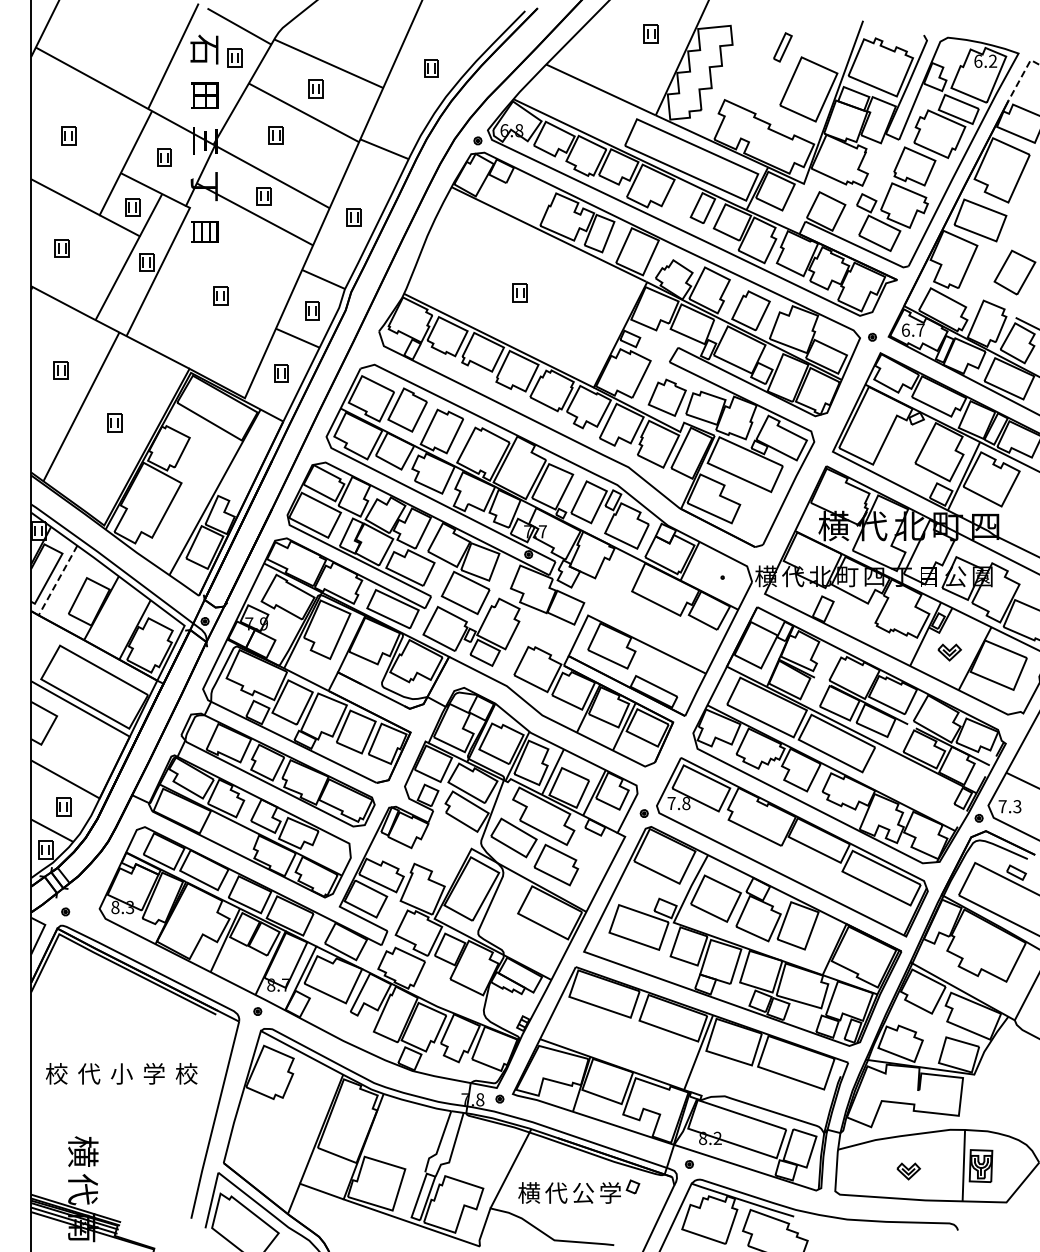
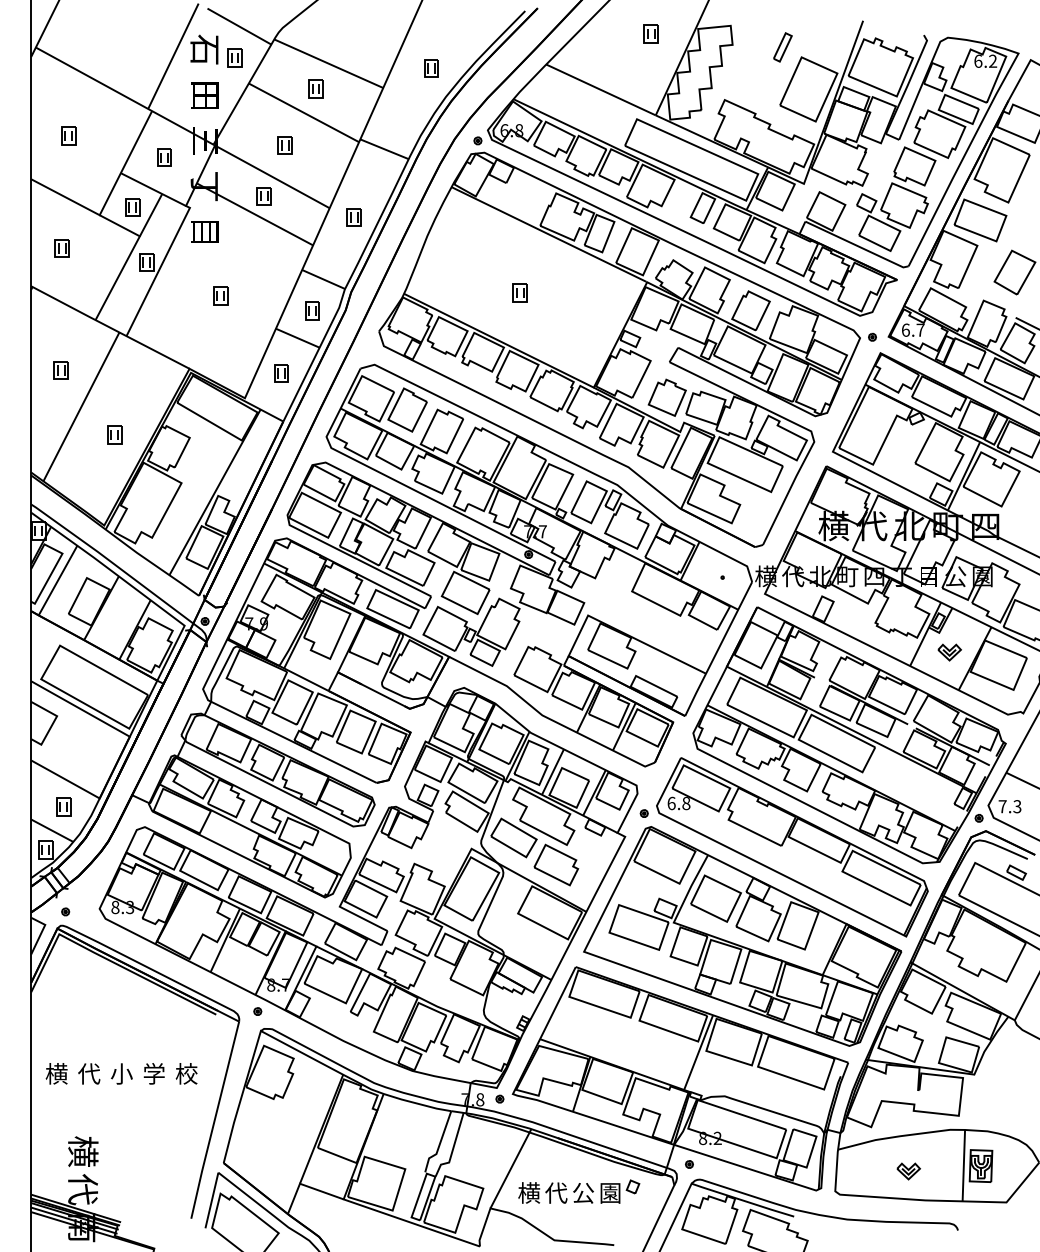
line at (1021, 76): dashed -> solid
part at (275, 135) position: (275, 135) -> (284, 145)
part at (114, 422) position: (114, 422) -> (114, 434)
line at (58, 580): dashed -> solid
text at (671, 803): 7.8 -> 6.8
text at (56, 1073): 校 -> 横
text at (610, 1192): 学 -> 園
